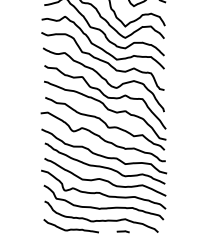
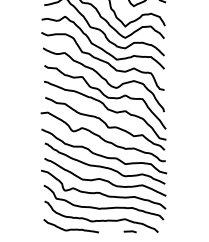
curve at (122, 231) position: (122, 231) -> (129, 231)
